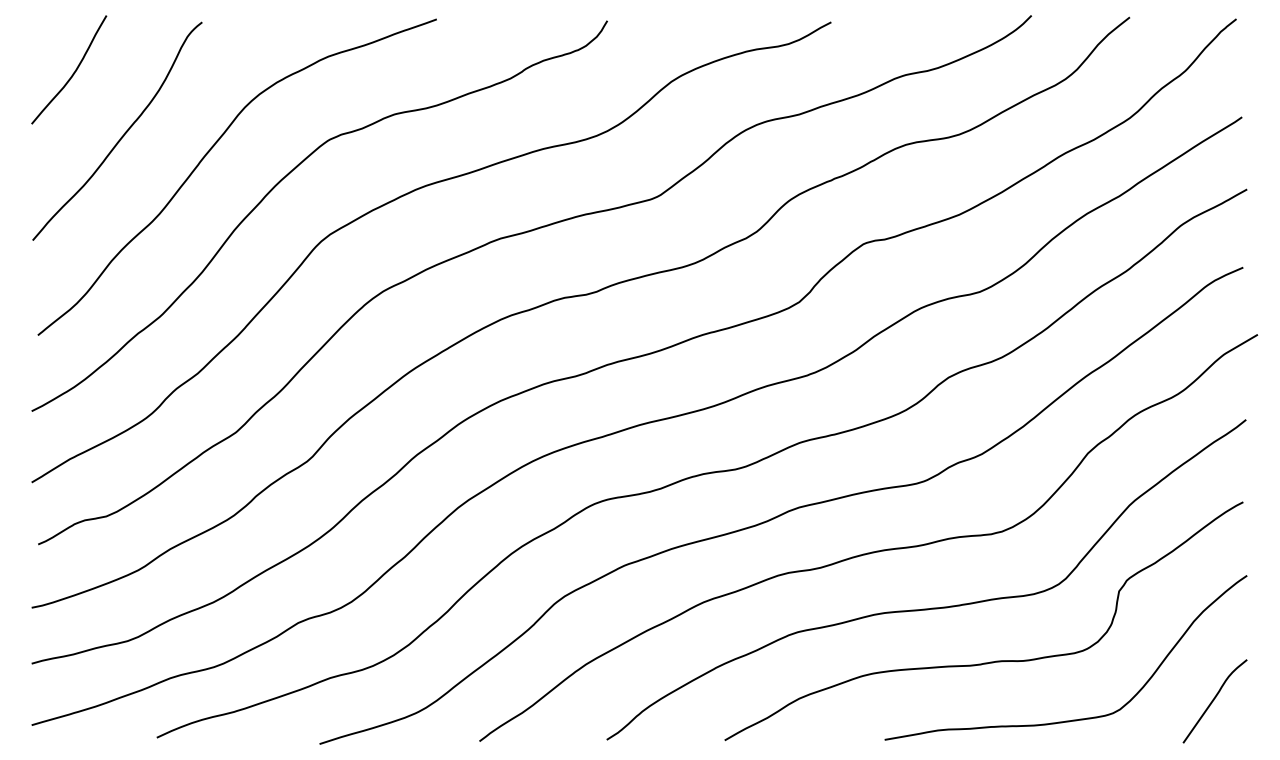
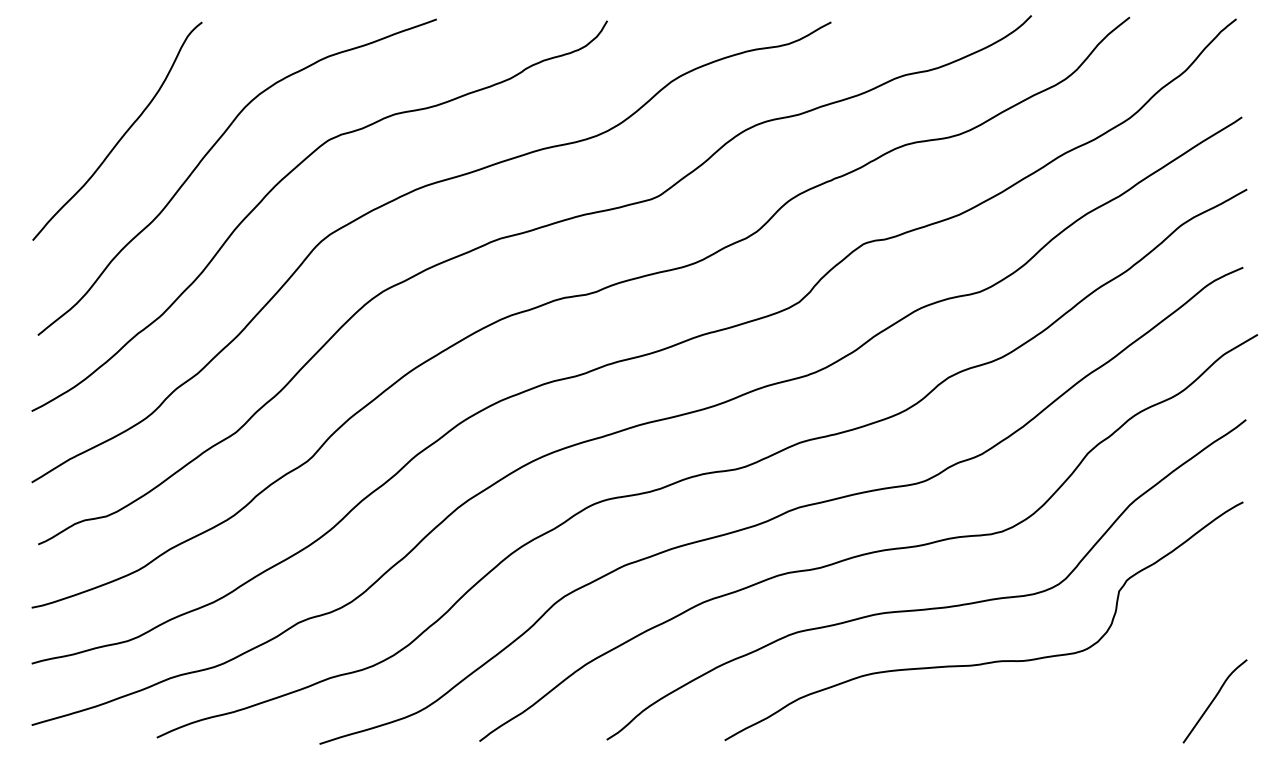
curve at (73, 72): present -> none
curve at (1072, 719): present -> none
